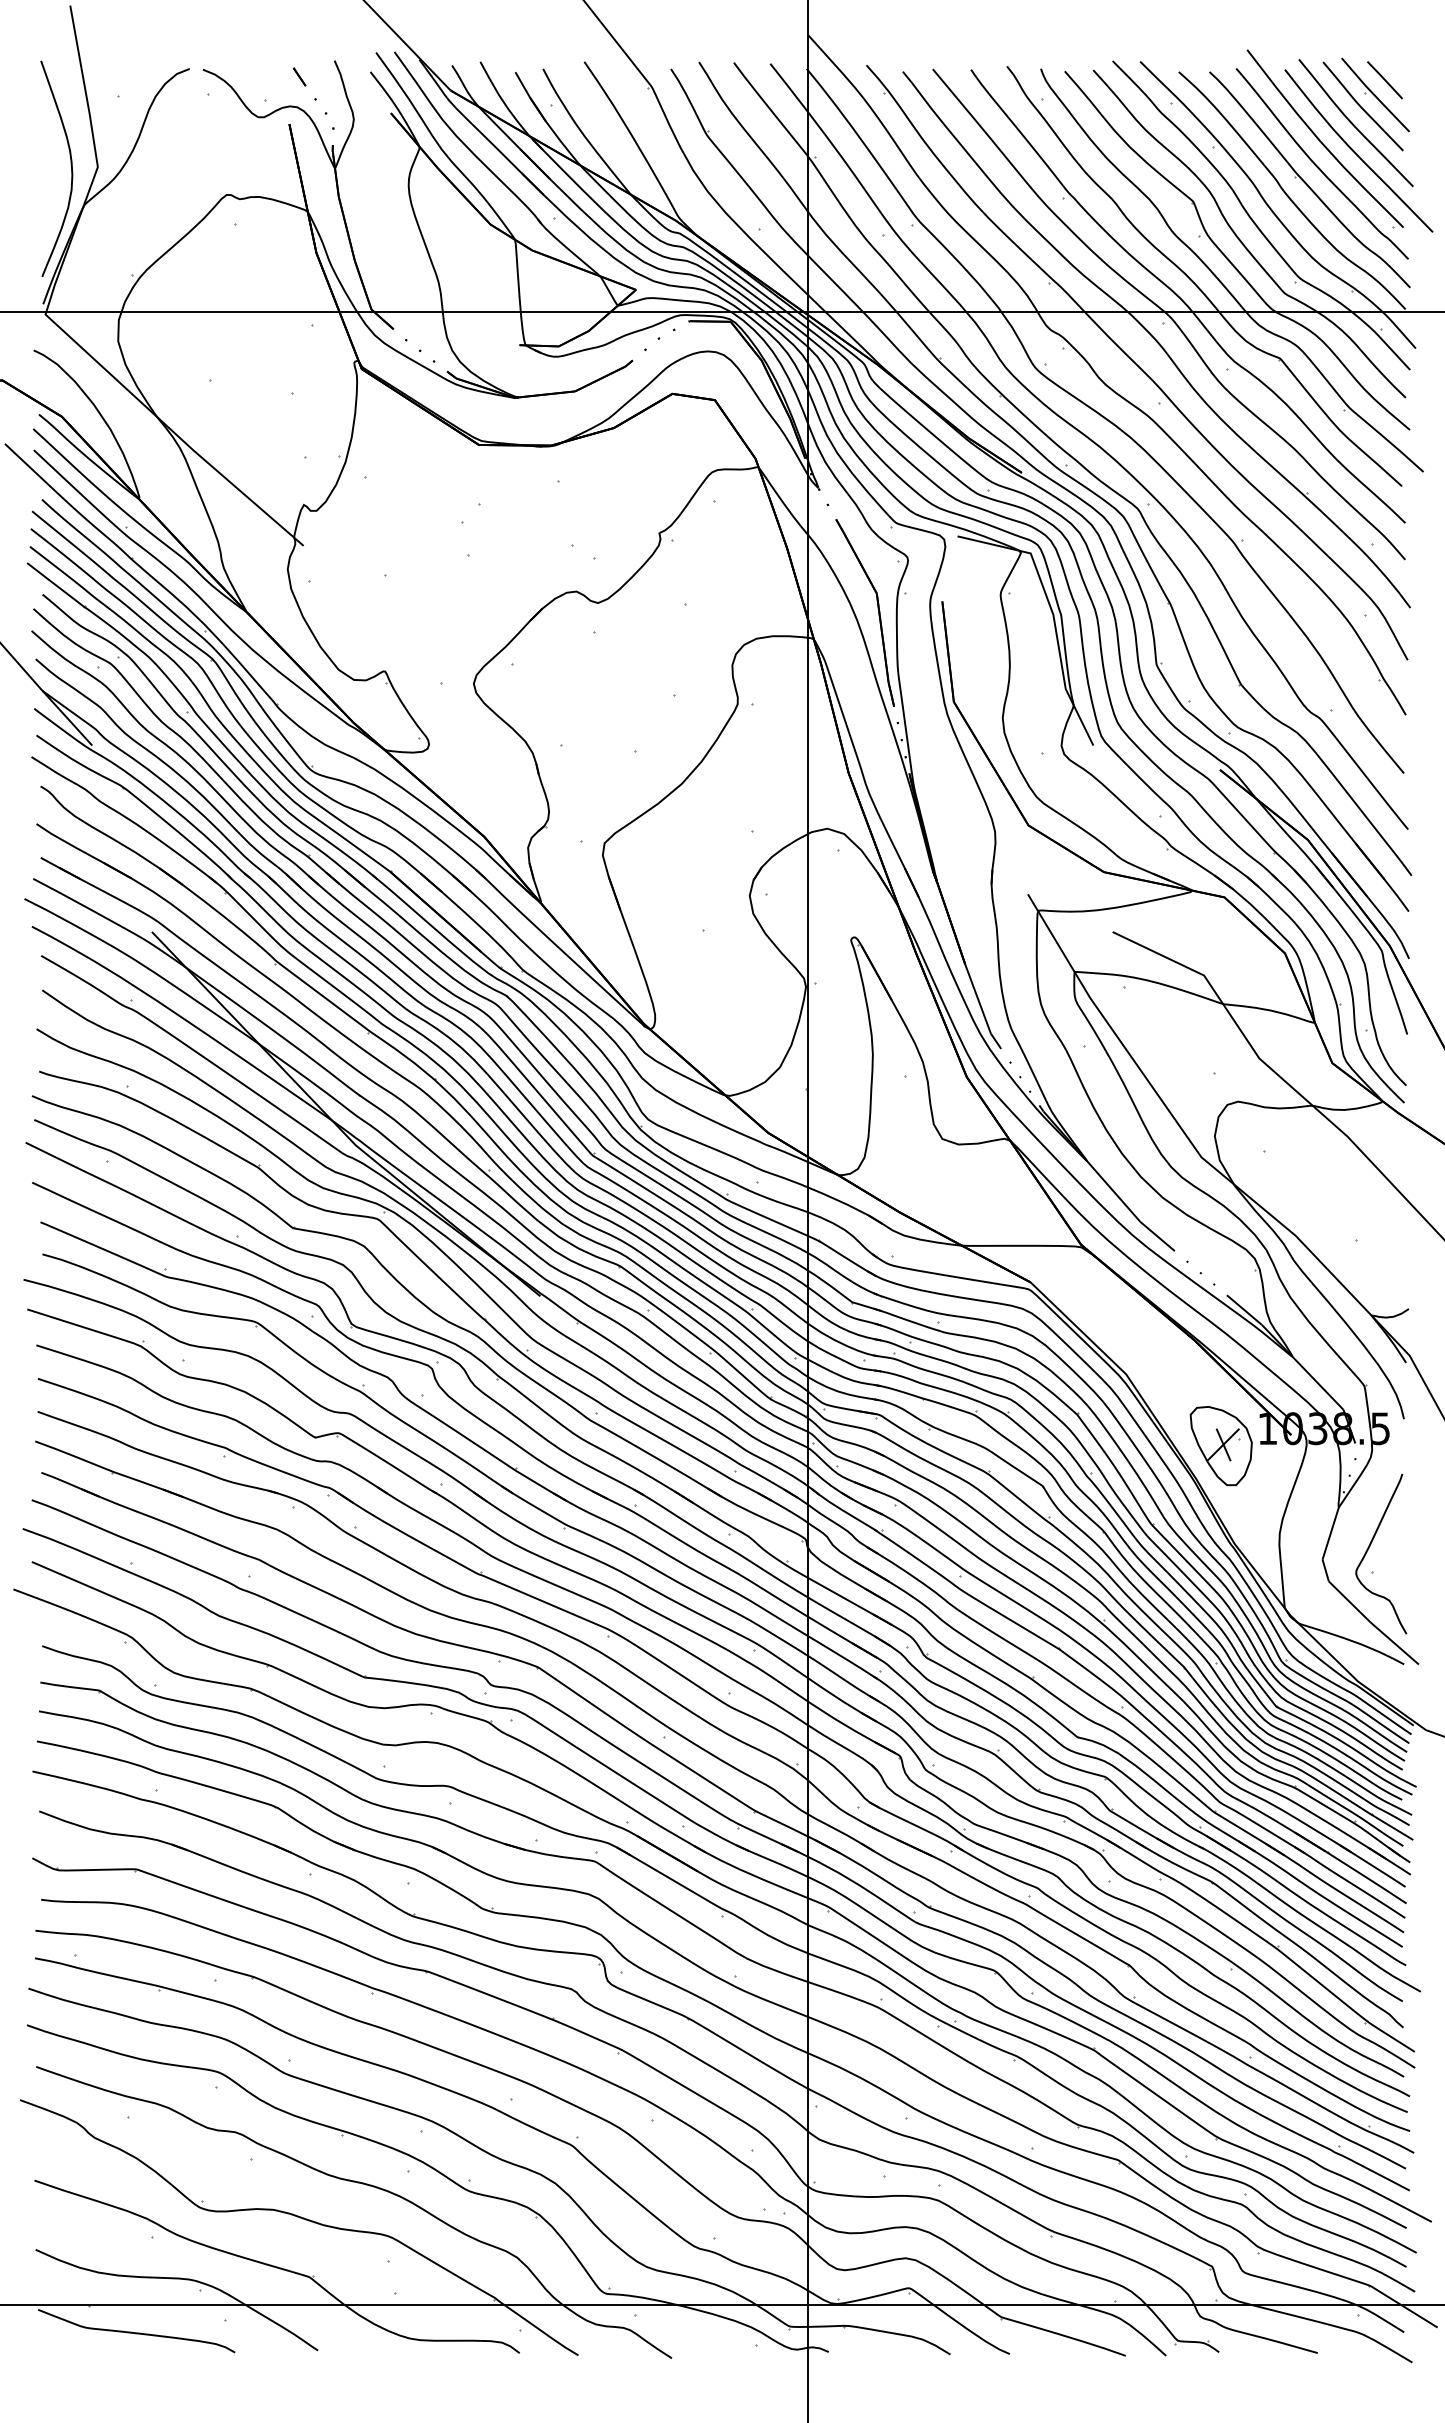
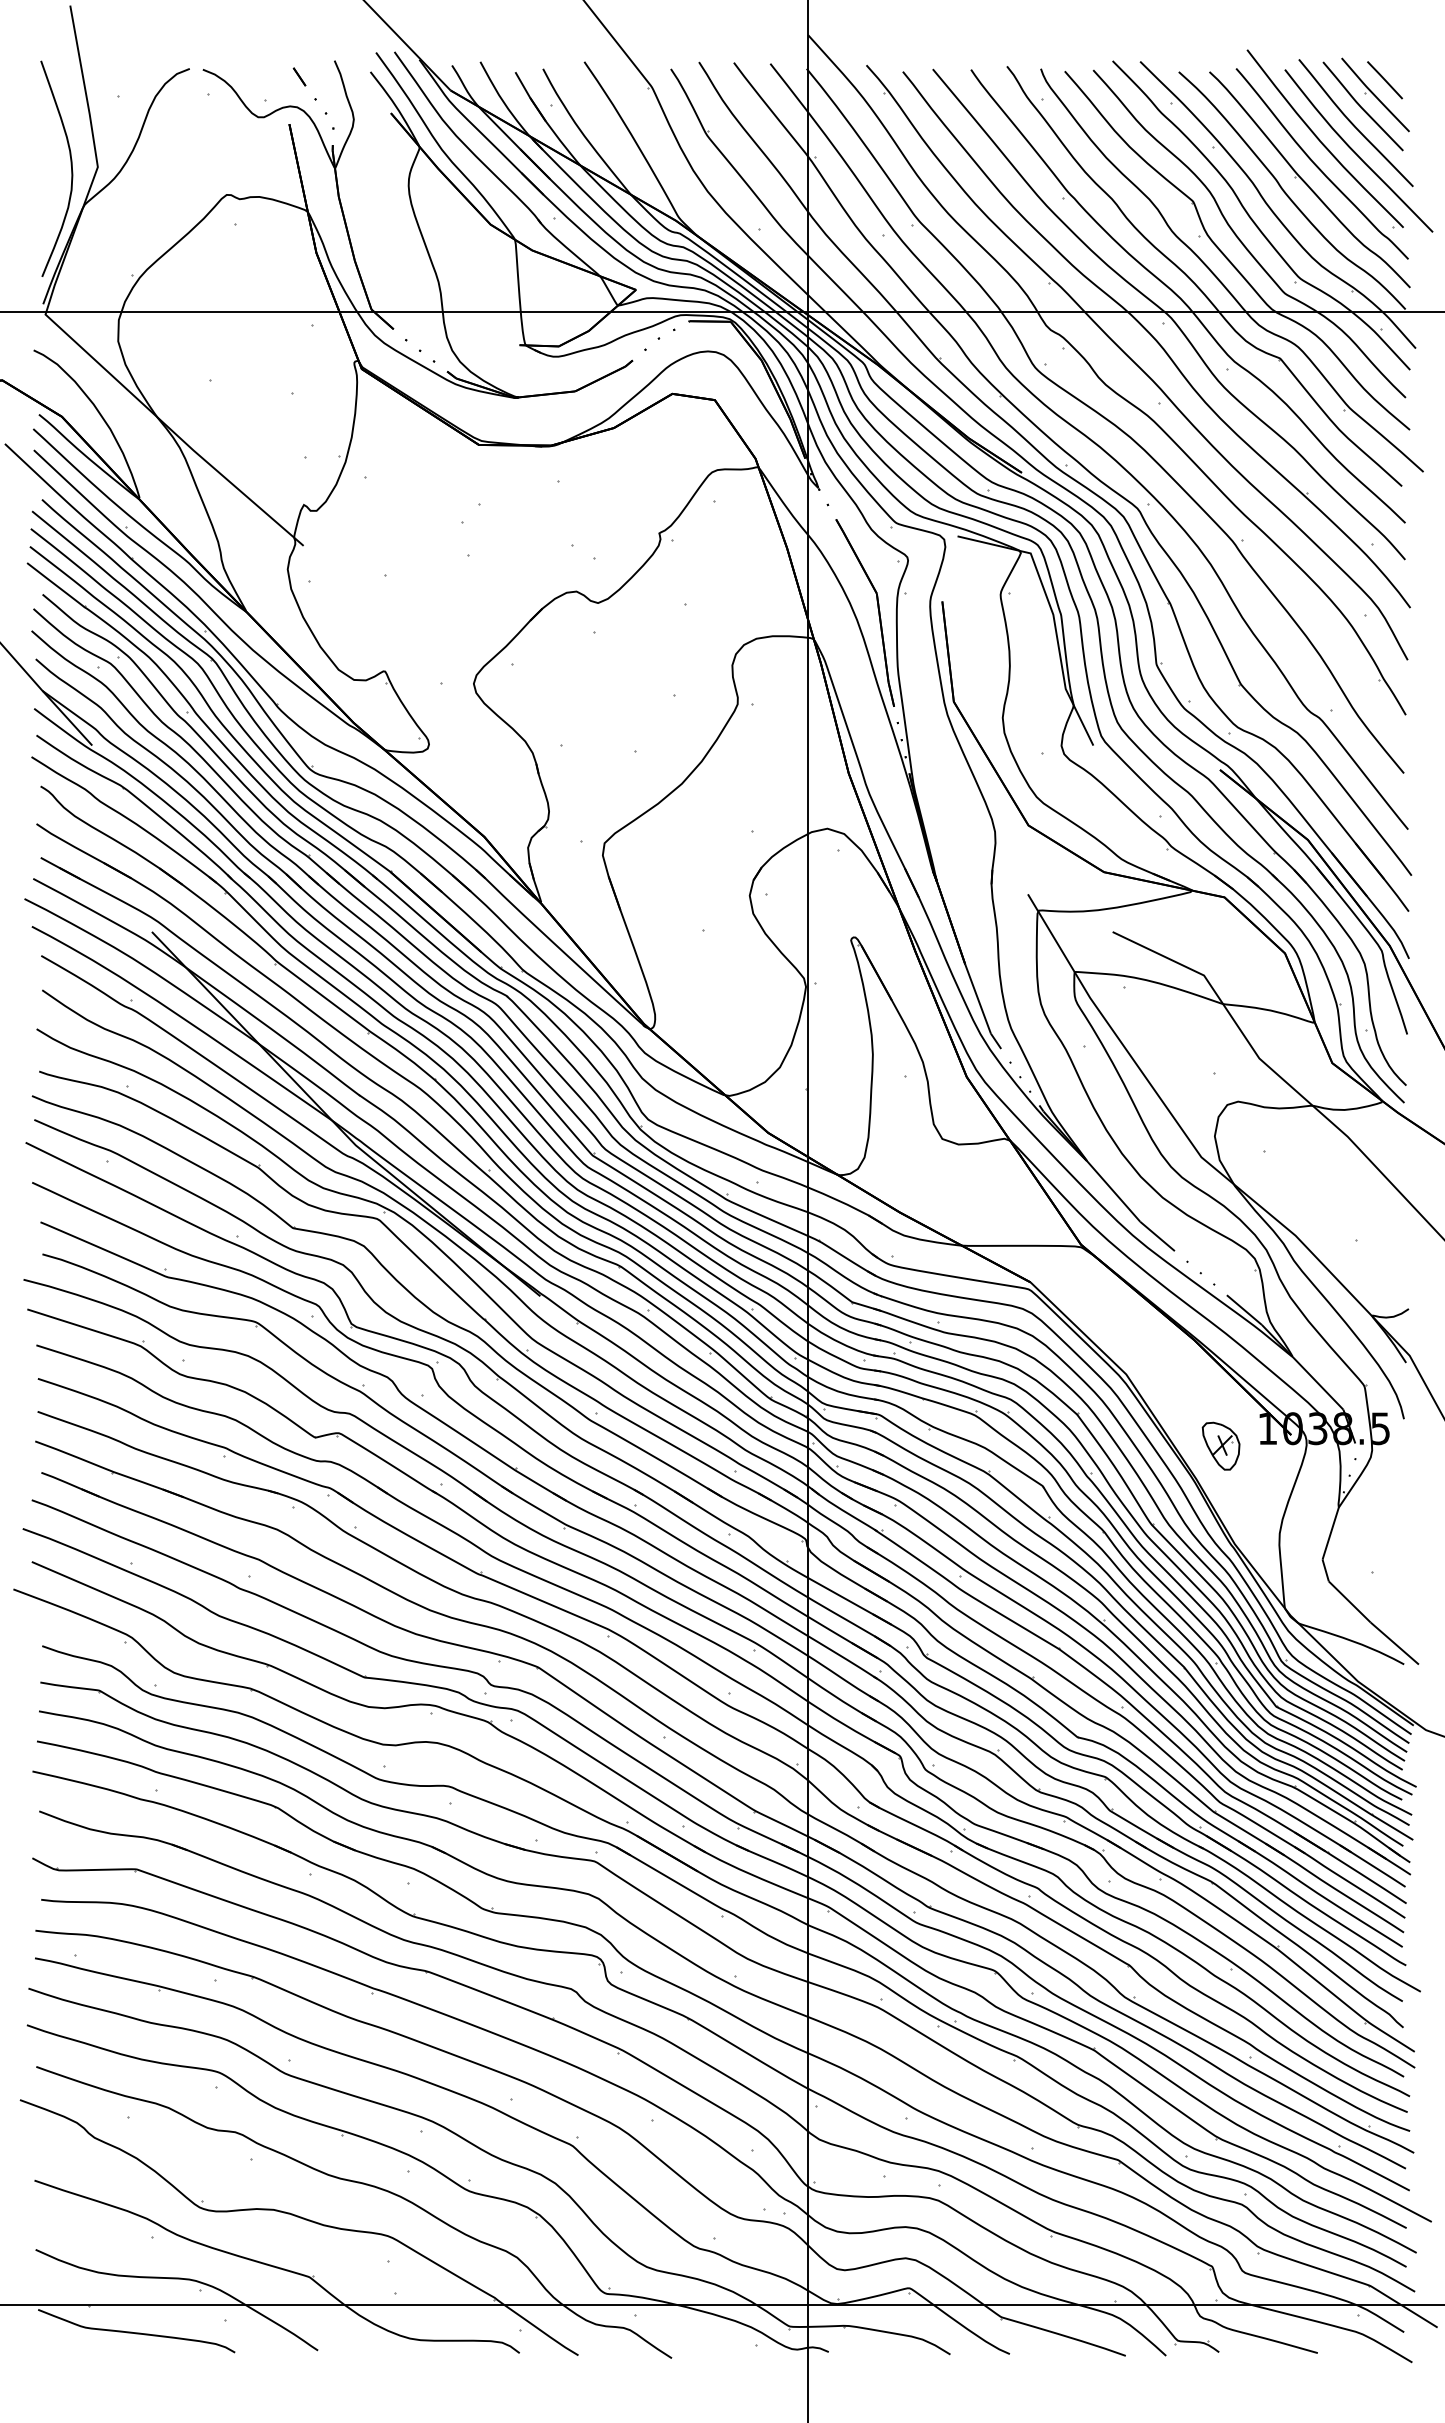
part at (1220, 1446) size: 64x81 px -> 40x50 px
curve at (1369, 1548): present -> none
